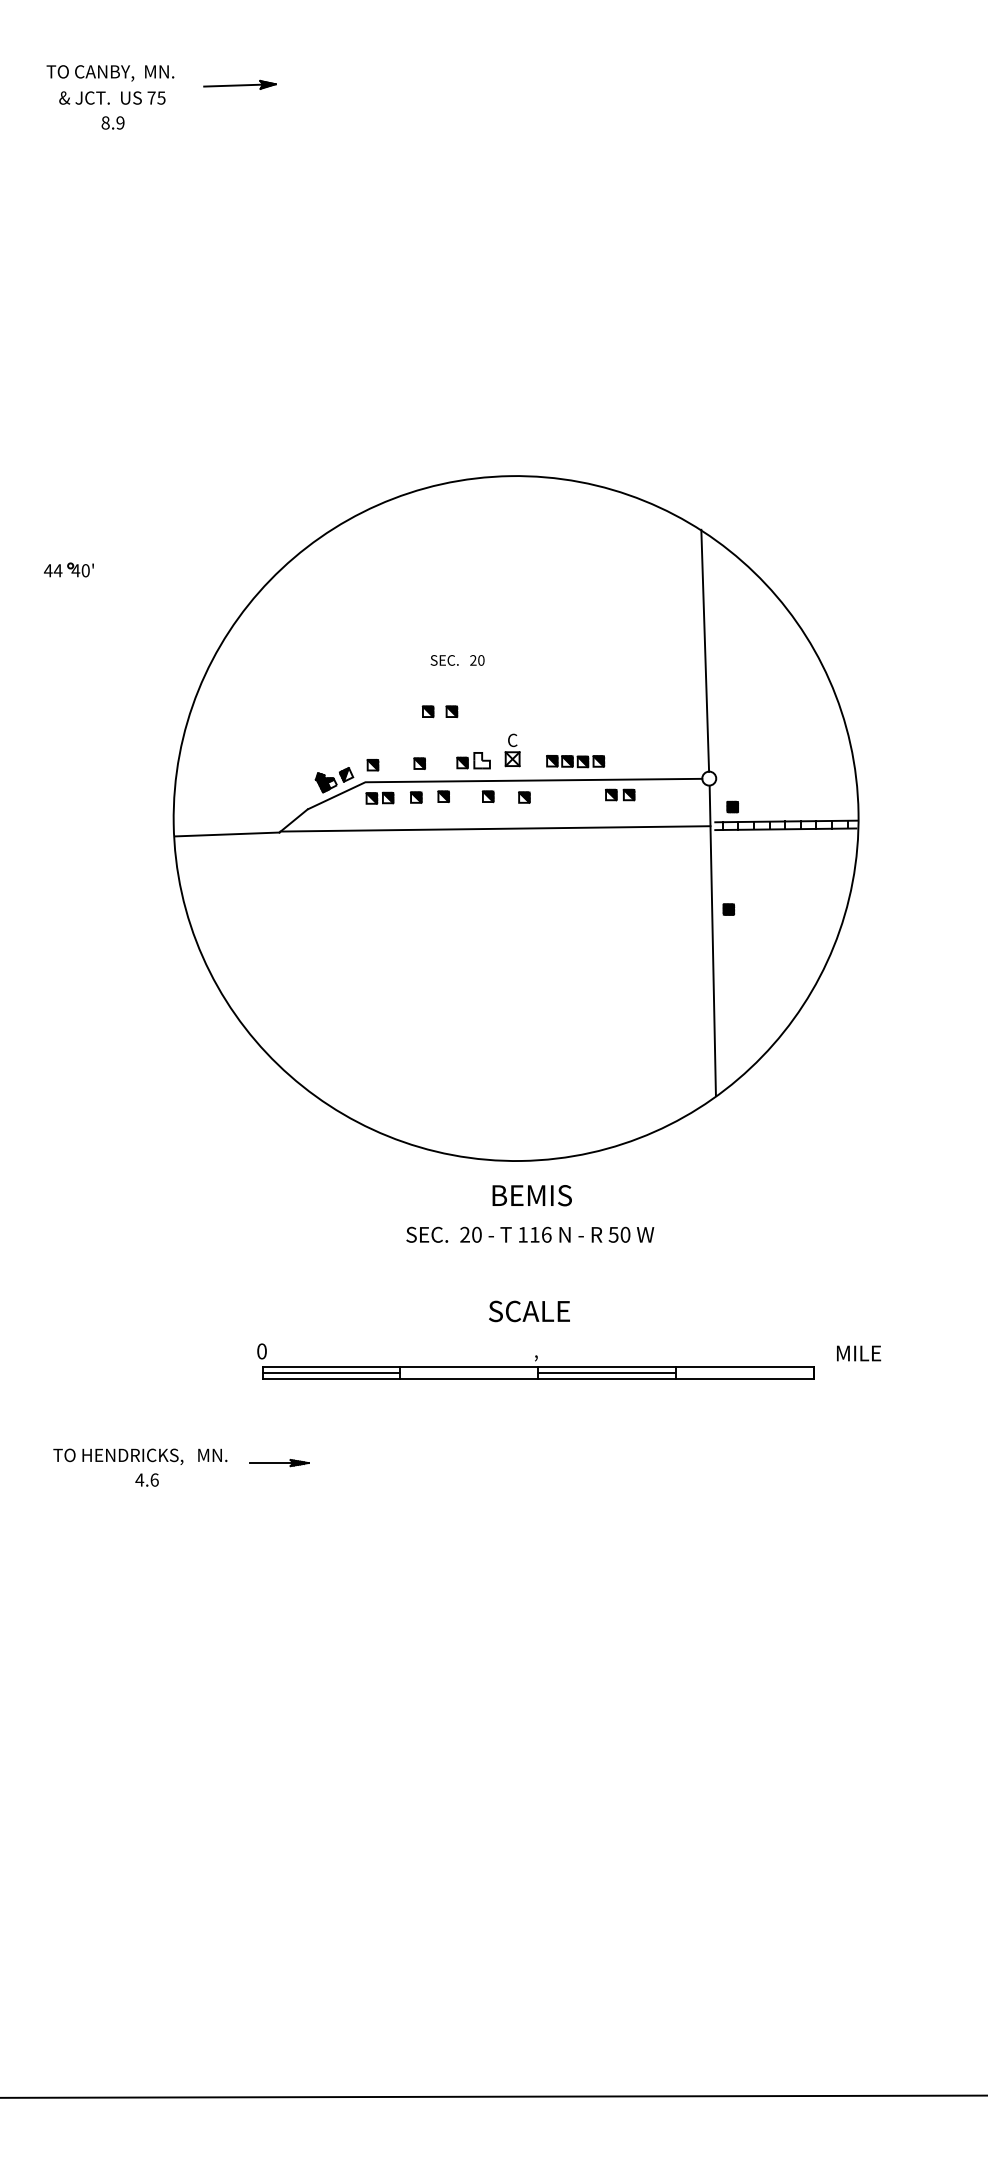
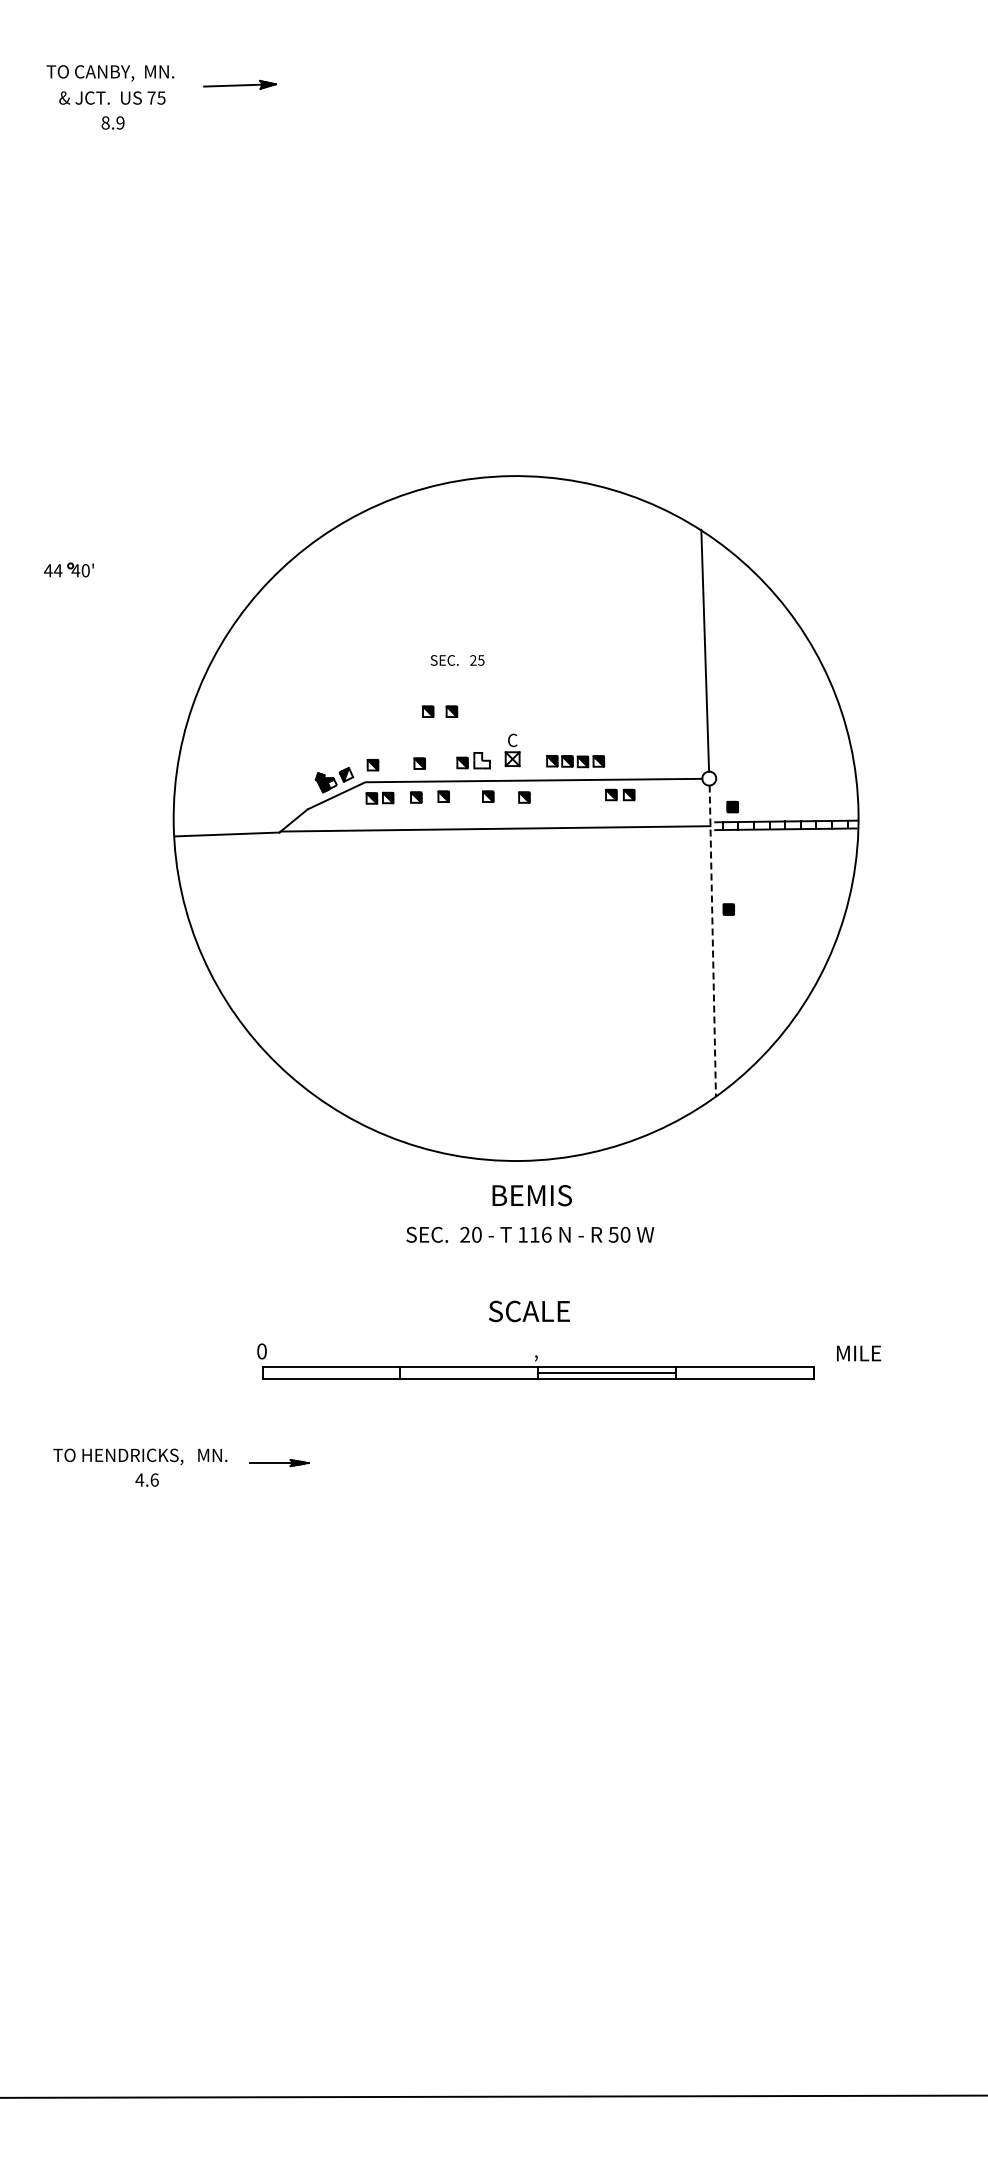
text at (481, 660): 20 -> 25
line at (712, 941): solid -> dashed
line at (330, 1373): present -> none
